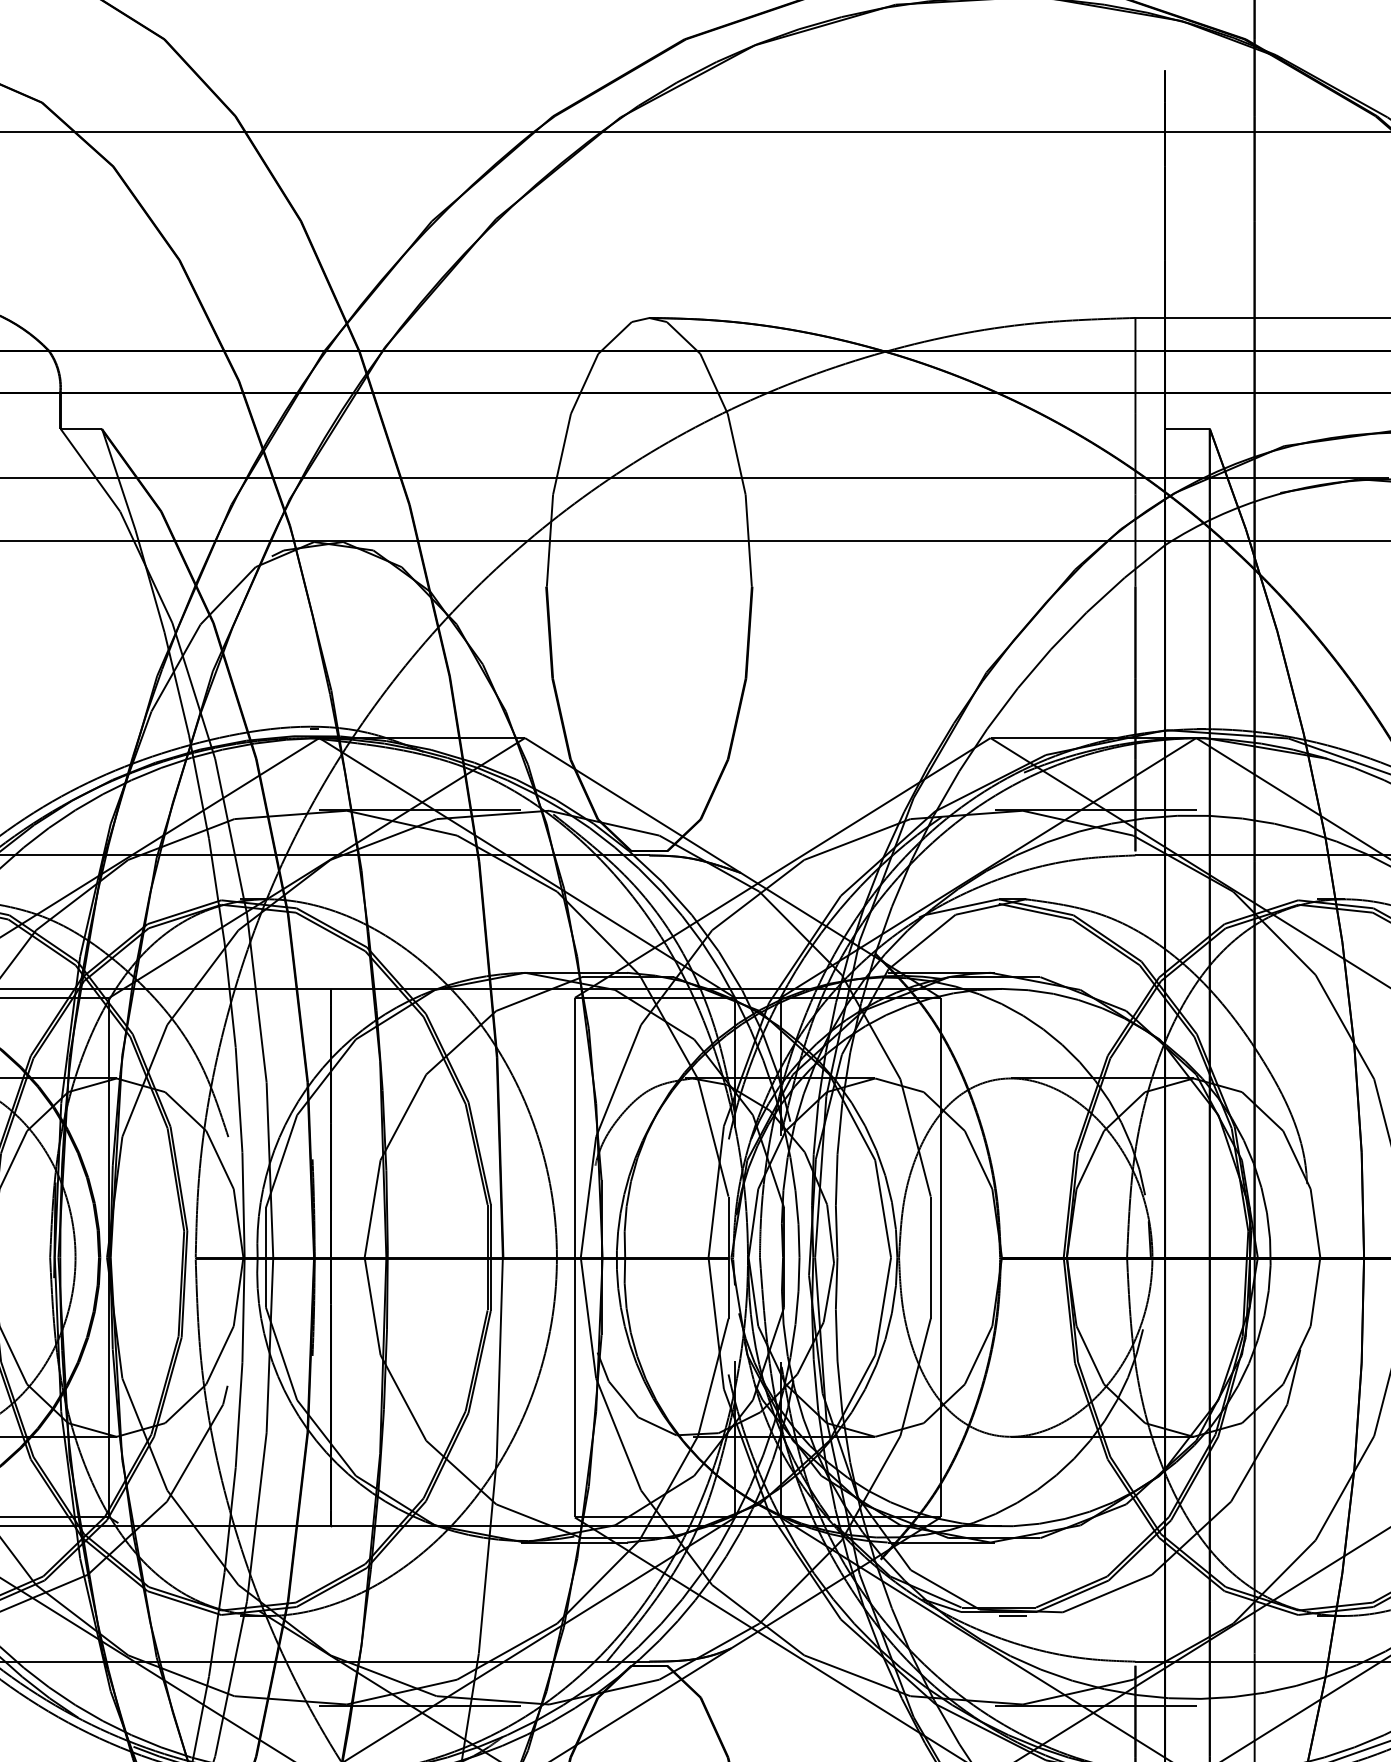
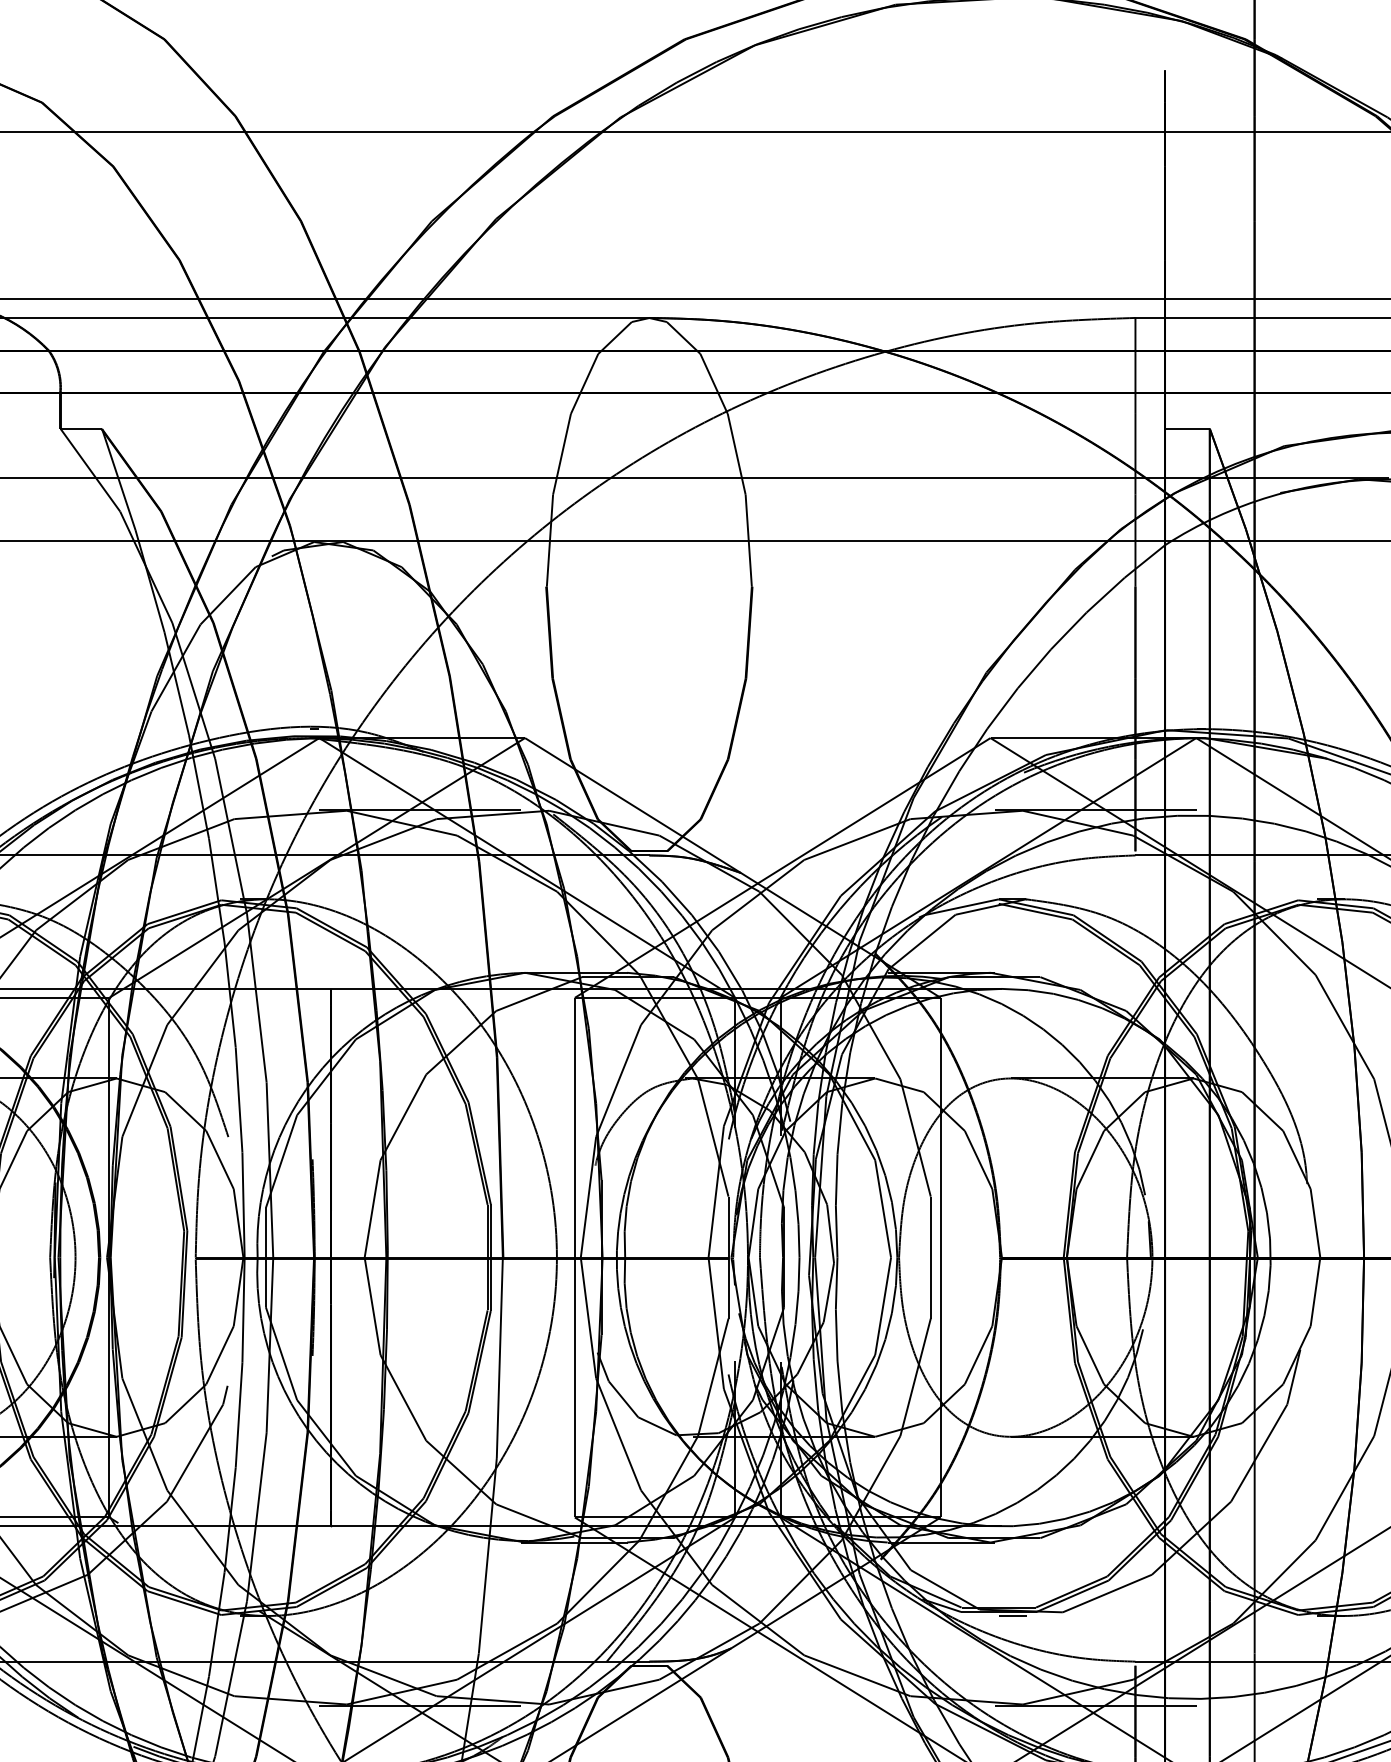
line at (694, 299): none -> present
line at (325, 317): none -> present
